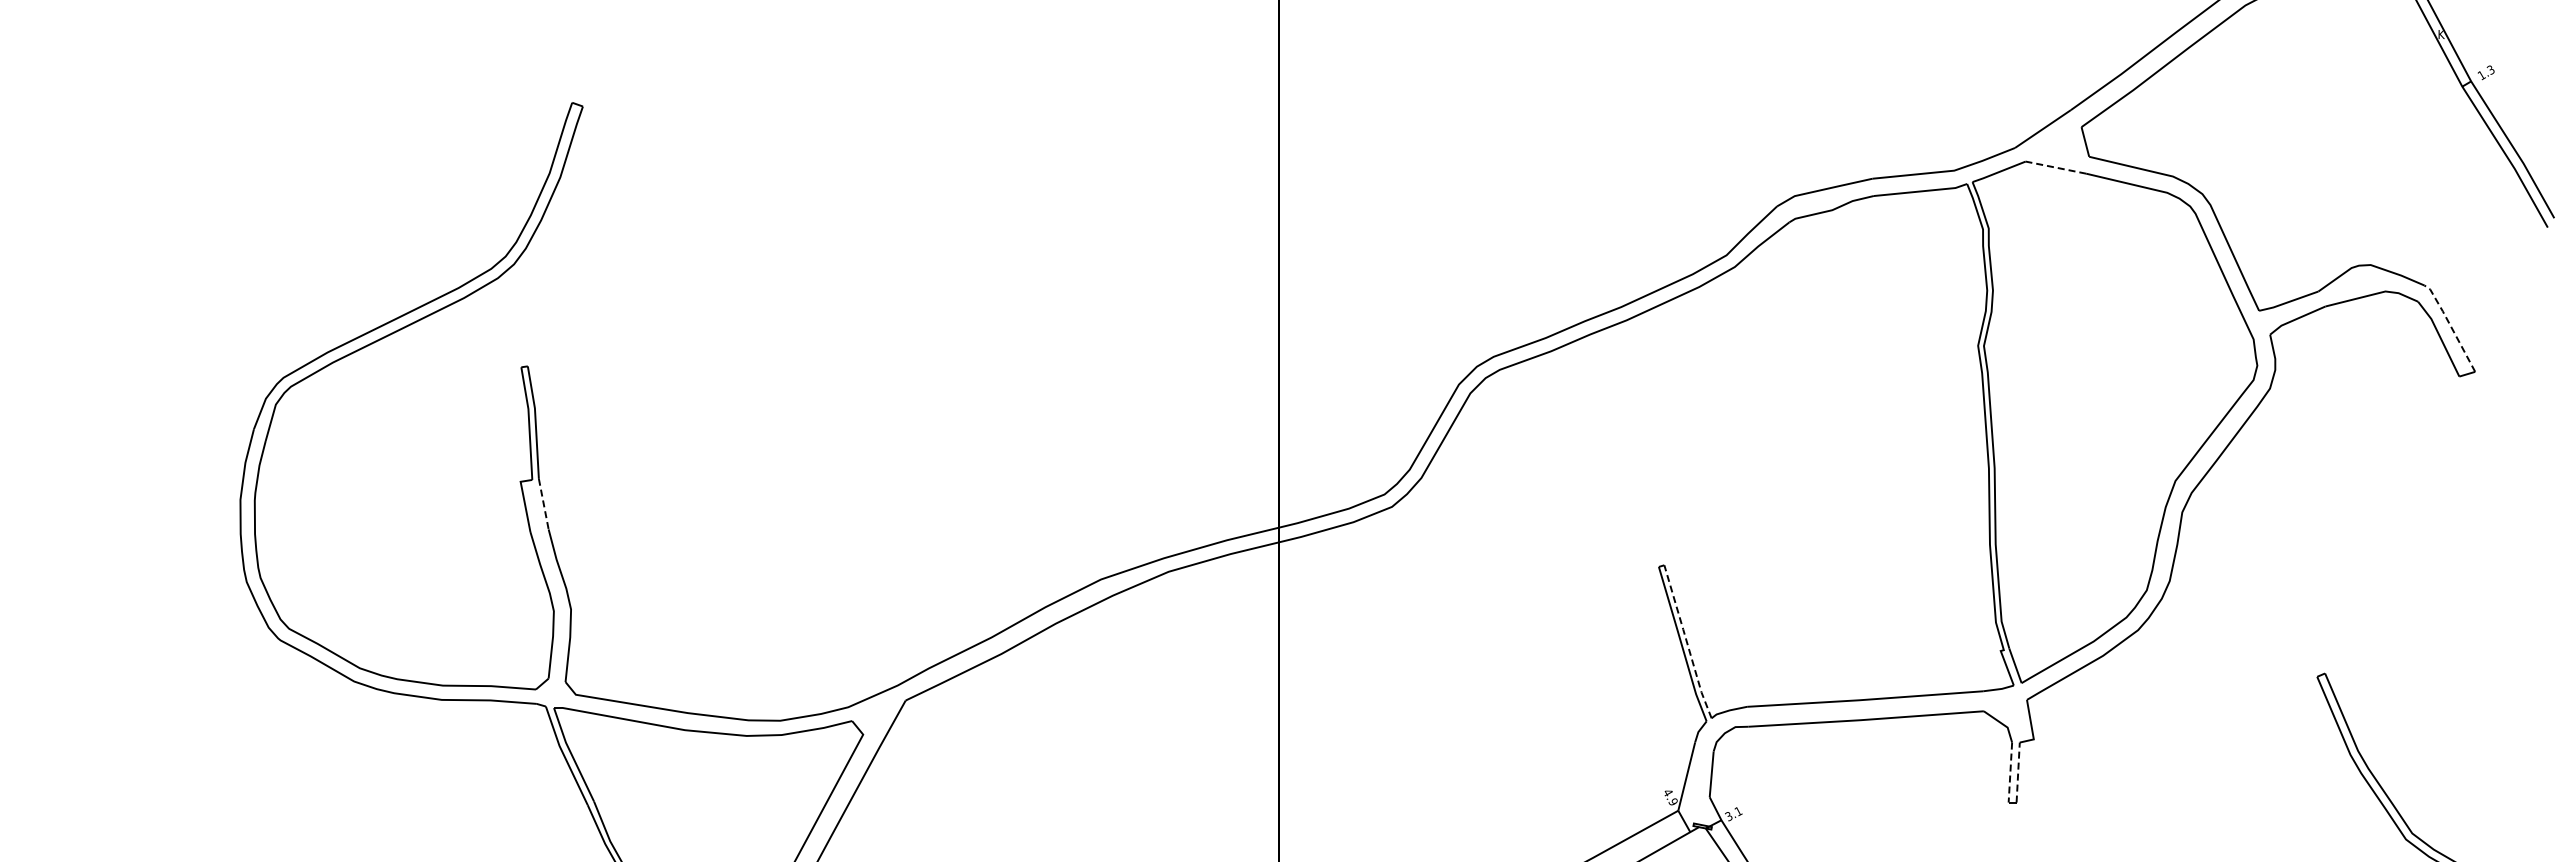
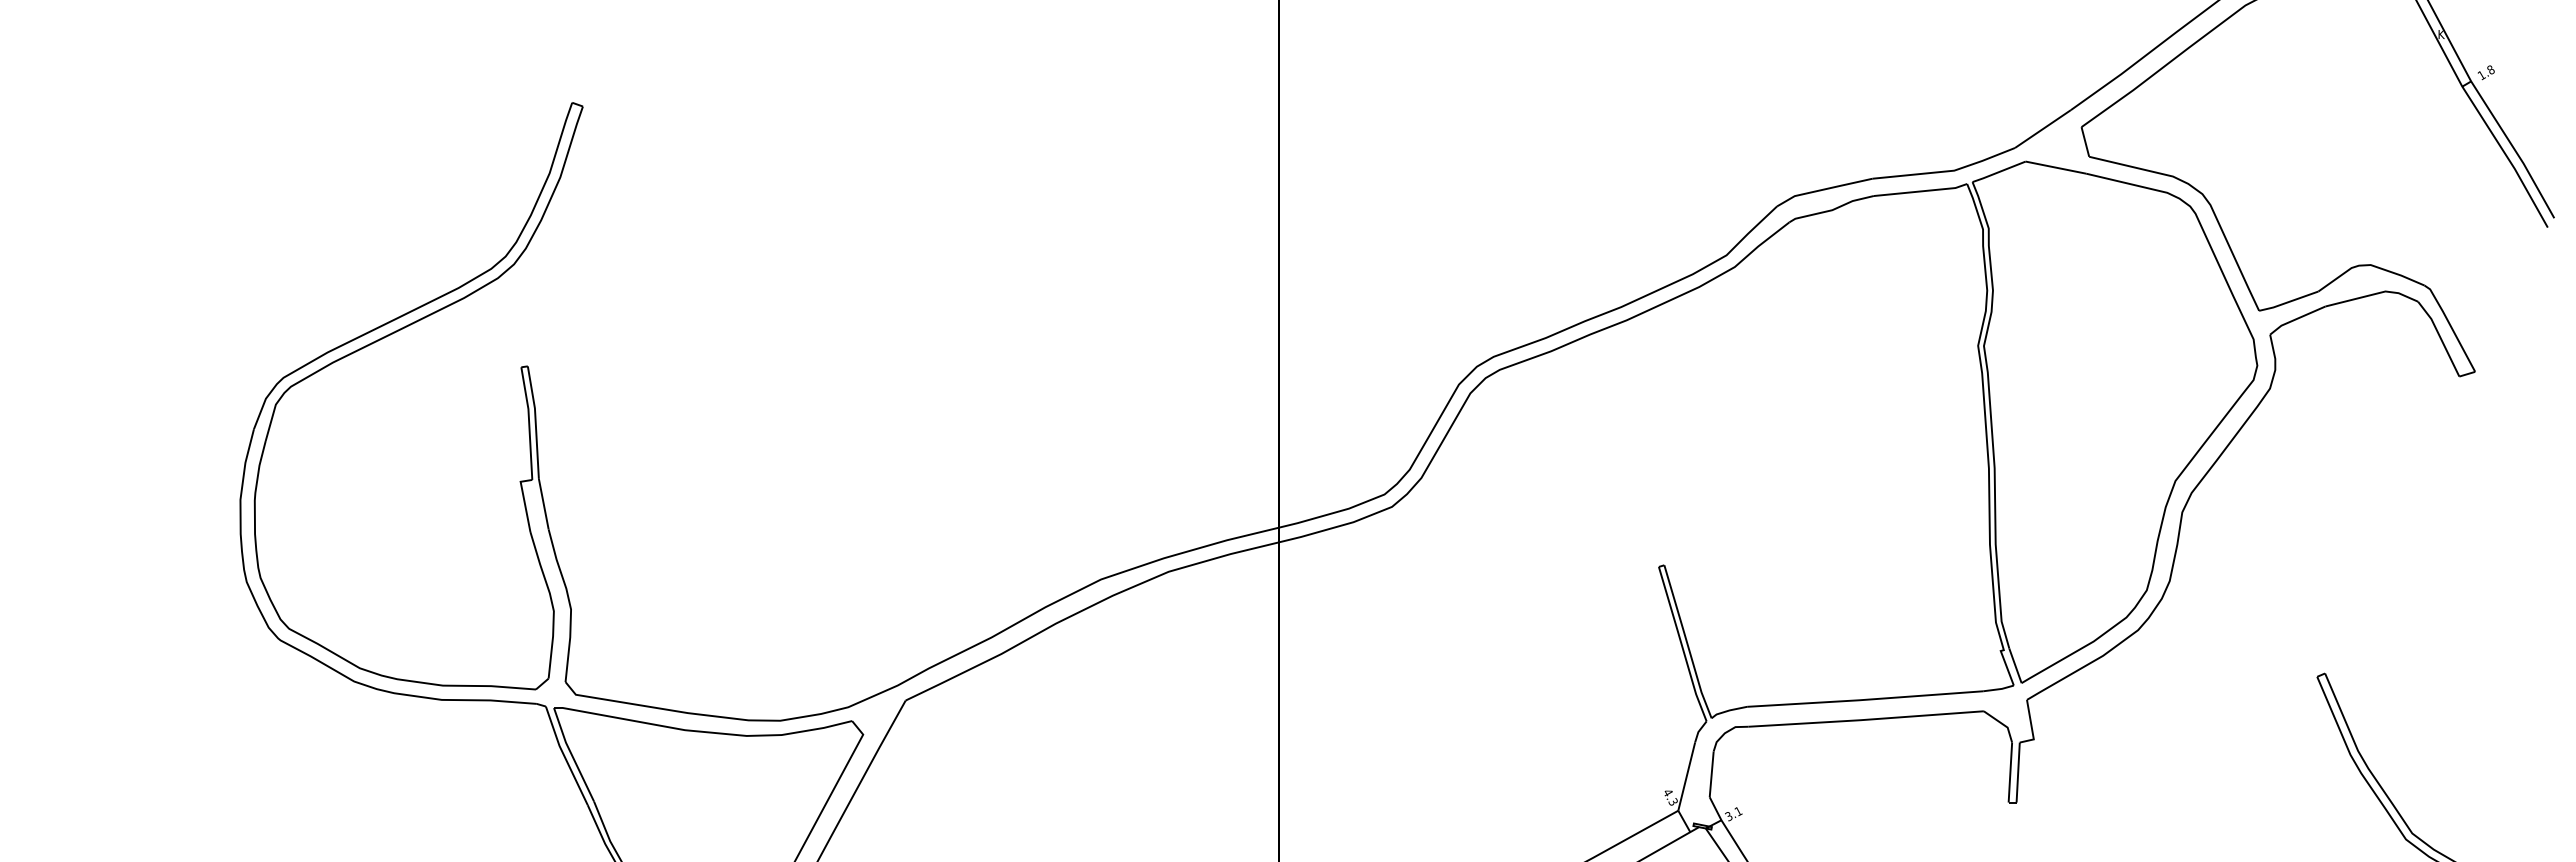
text at (2490, 69): 1.3 -> 1.8
line at (2055, 167): dashed -> solid
line at (2450, 326): dashed -> solid
line at (543, 504): dashed -> solid
line at (1686, 641): dashed -> solid
line at (2018, 772): dashed -> solid
line at (2010, 773): dashed -> solid
text at (1672, 801): 4.9 -> 4.3
